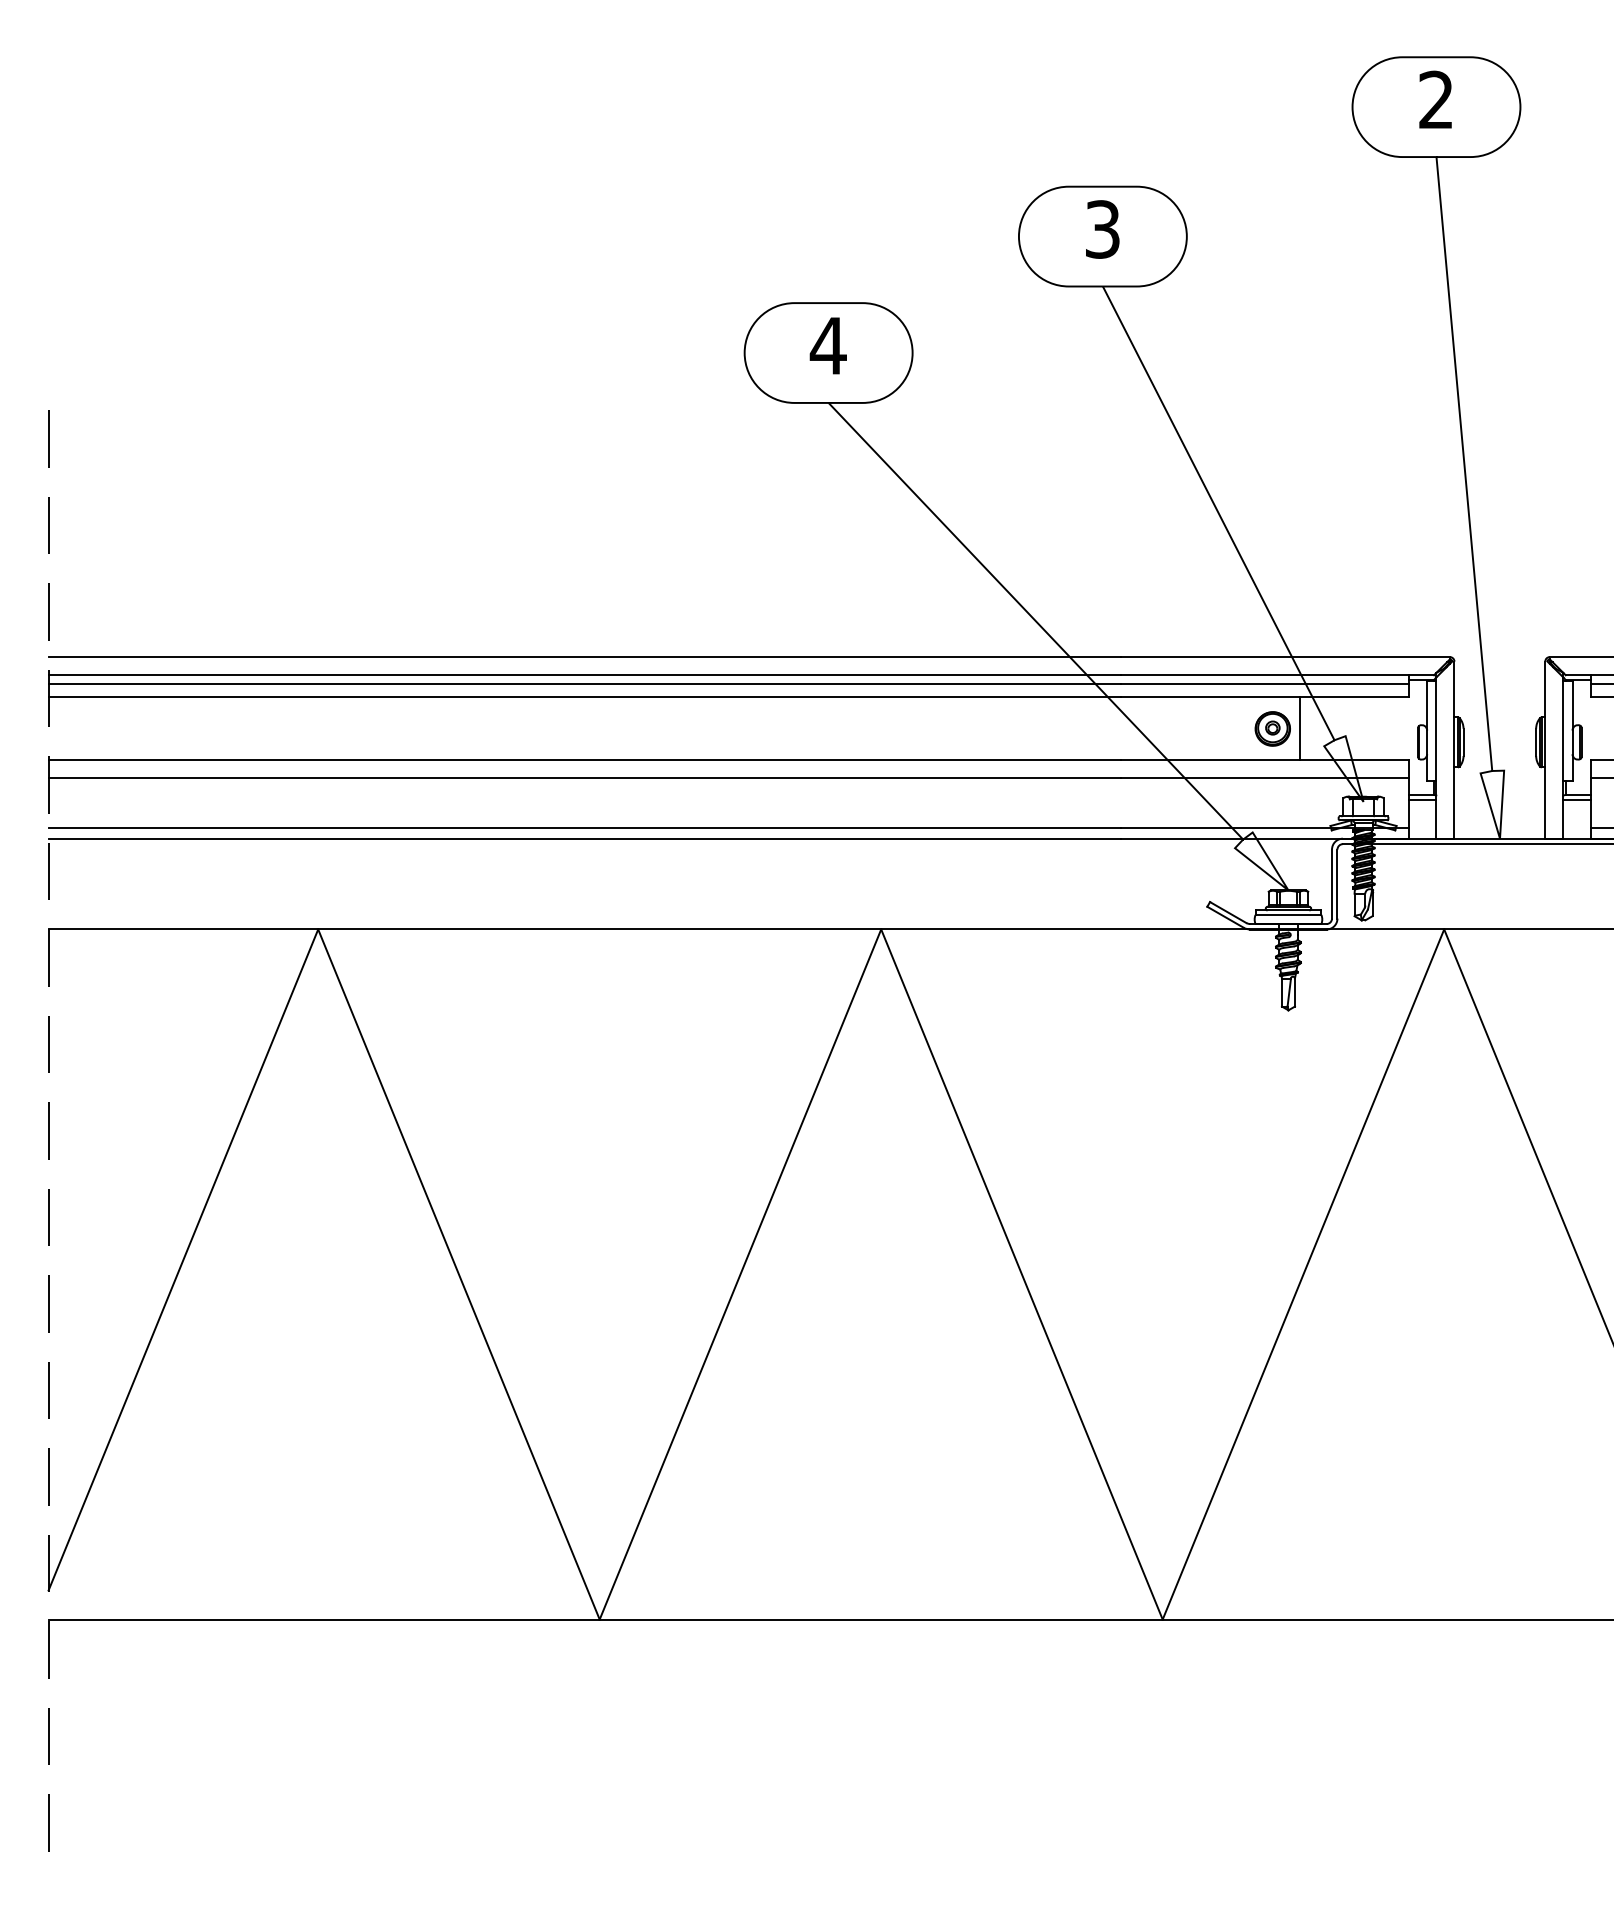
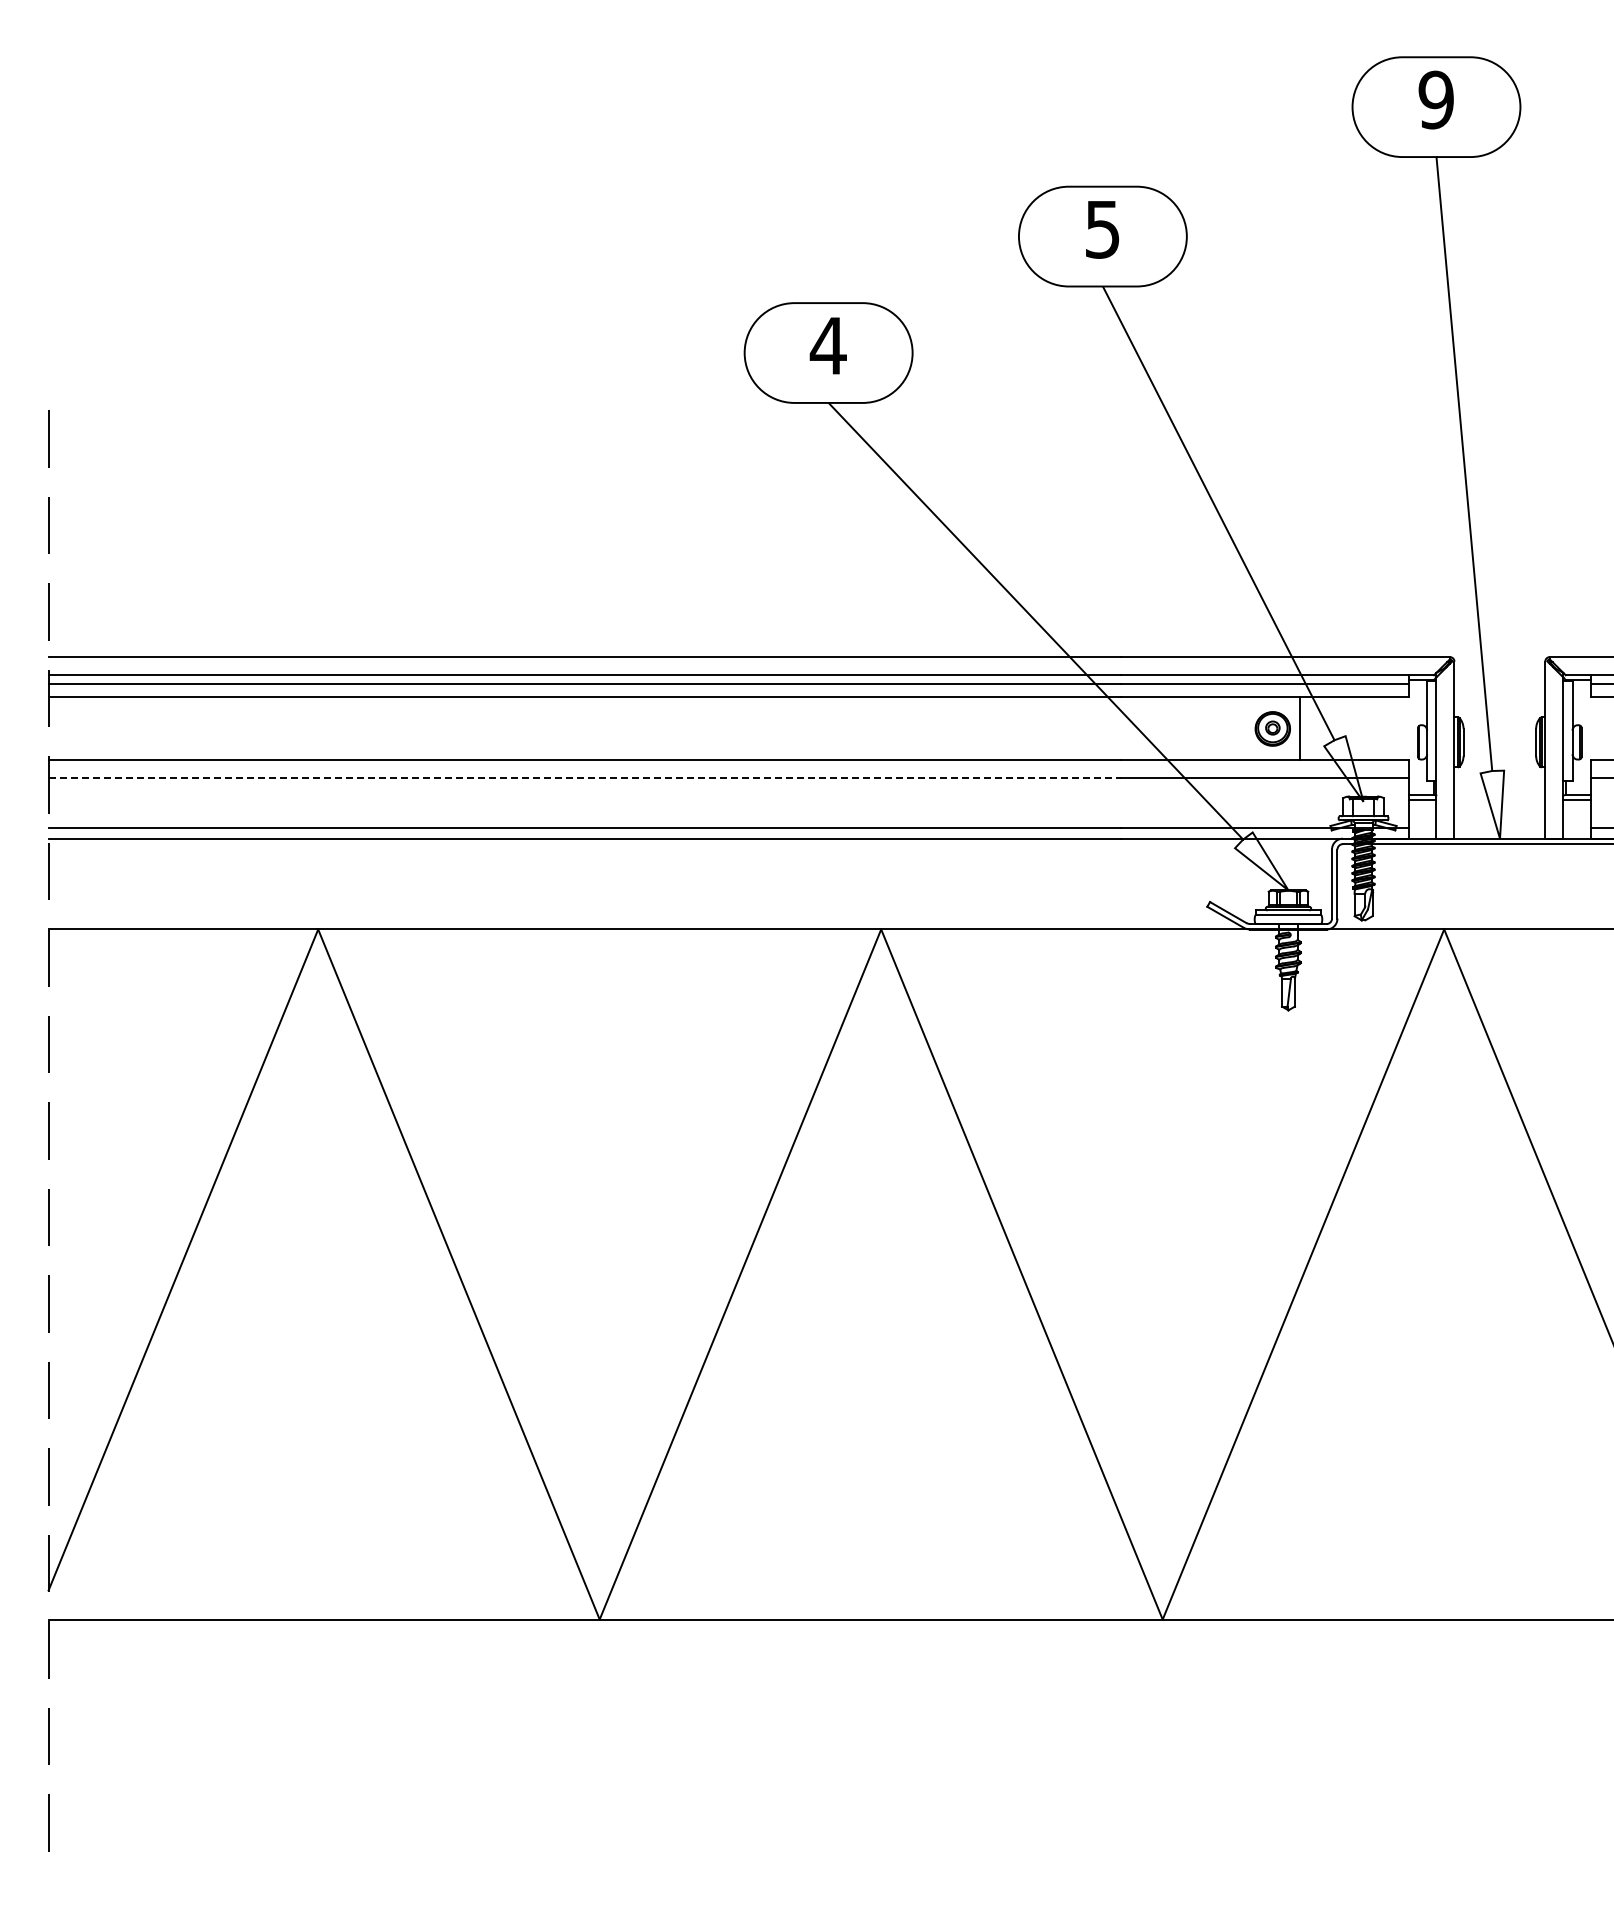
text at (1435, 99): 2 -> 9
text at (1102, 229): 3 -> 5
line at (585, 777): solid -> dashed
